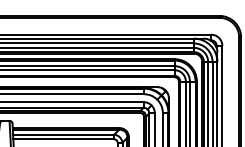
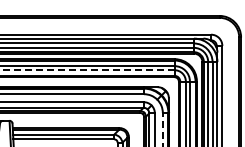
line at (87, 70): solid -> dashed
line at (162, 129): solid -> dashed
